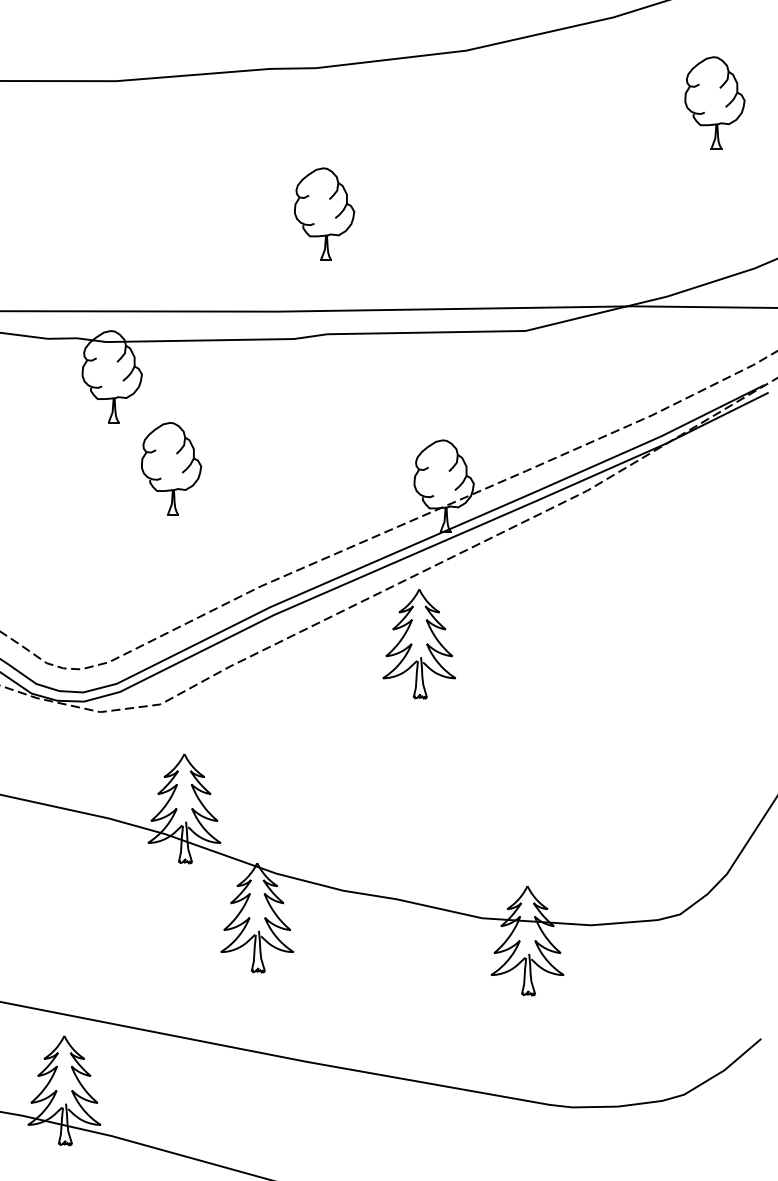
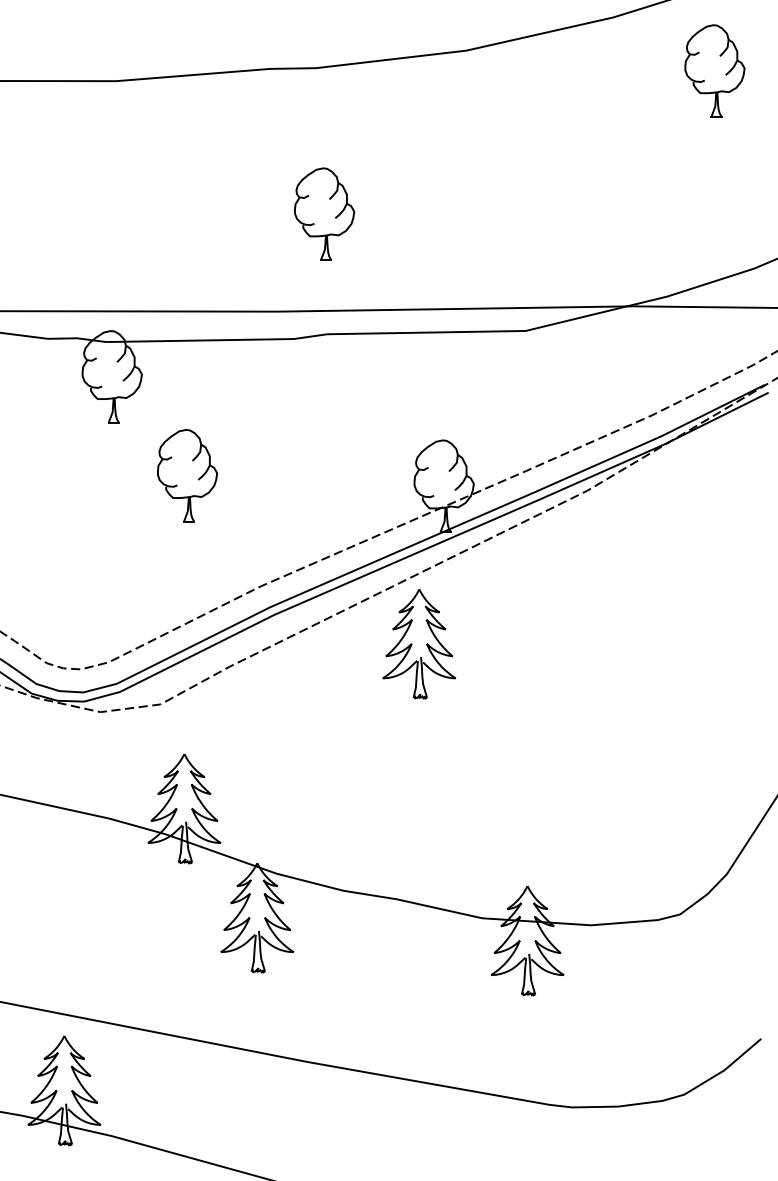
part at (714, 102) position: (714, 102) -> (714, 70)
part at (171, 468) position: (171, 468) -> (187, 475)
